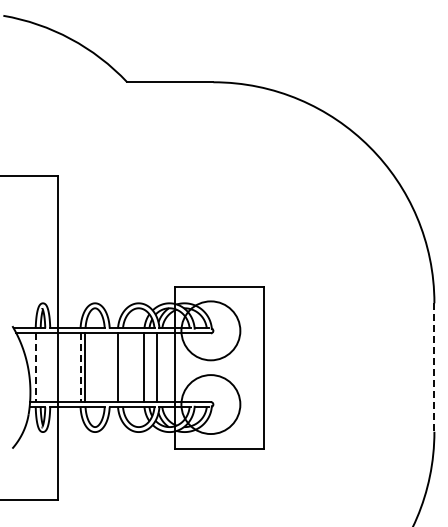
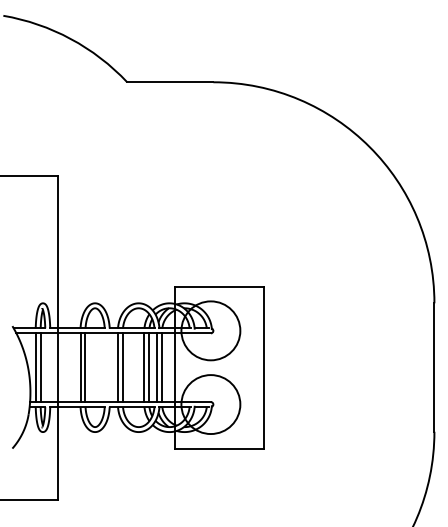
line at (40, 367): none -> present
line at (122, 367): none -> present
line at (149, 367): none -> present
line at (162, 367): none -> present
line at (35, 368): dashed -> solid
line at (80, 368): dashed -> solid
line at (434, 368): dashed -> solid
